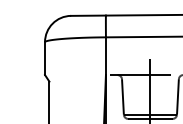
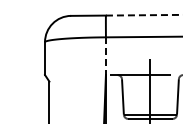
line at (144, 15): solid -> dashed
line at (105, 56): solid -> dashed
